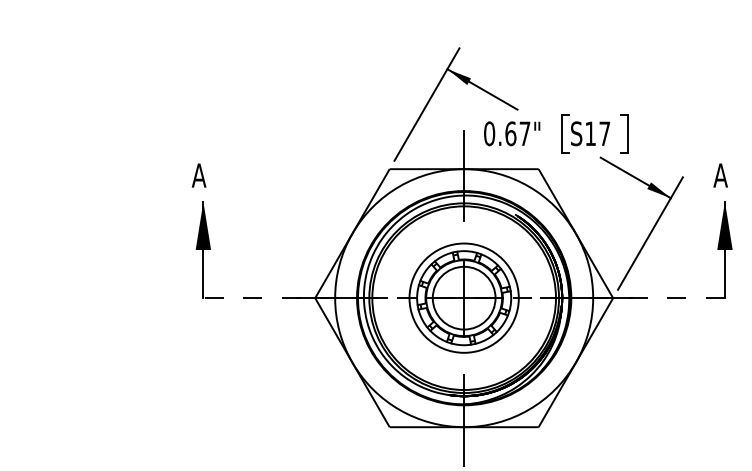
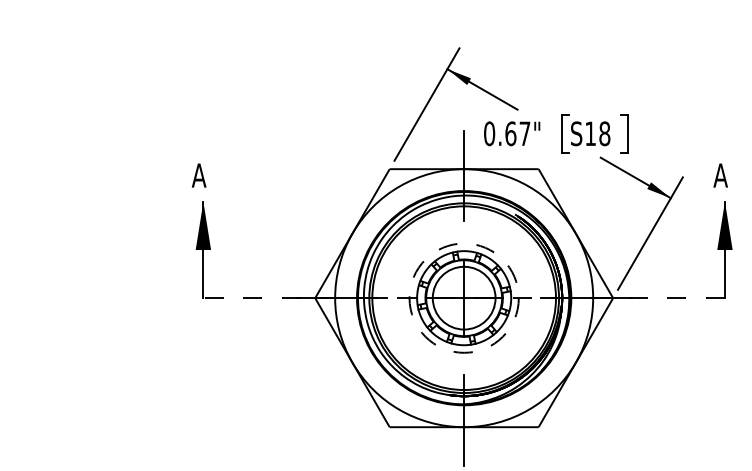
text at (604, 133): S17 -> S18
circle at (463, 297): solid -> dashed
